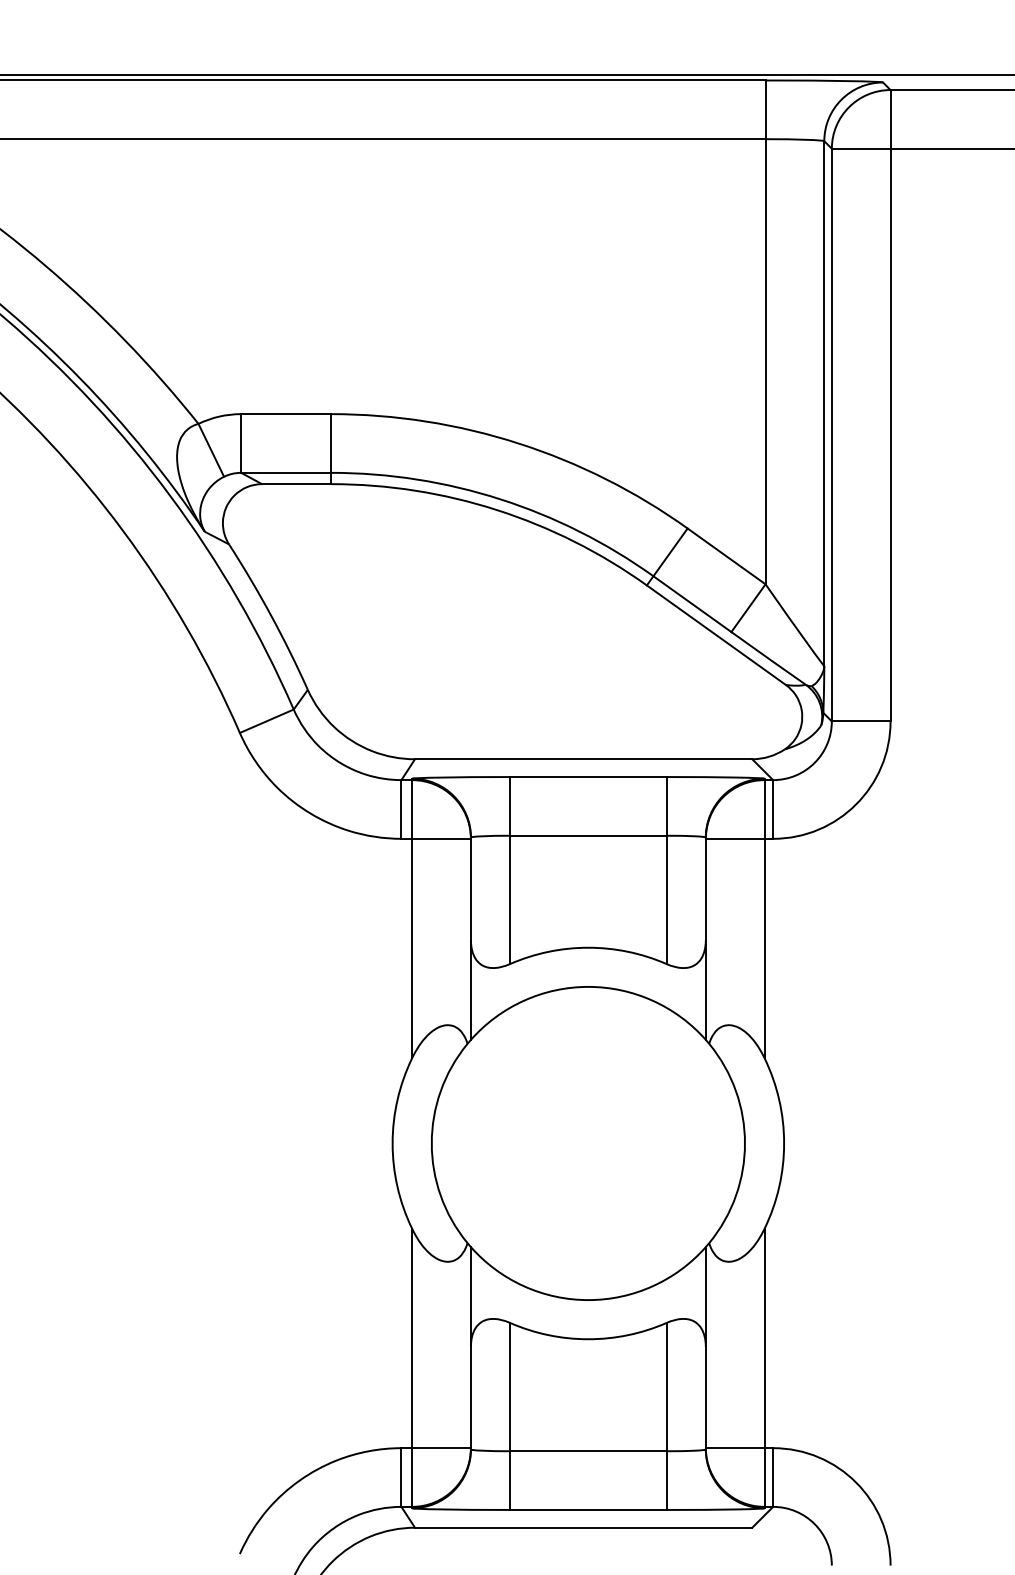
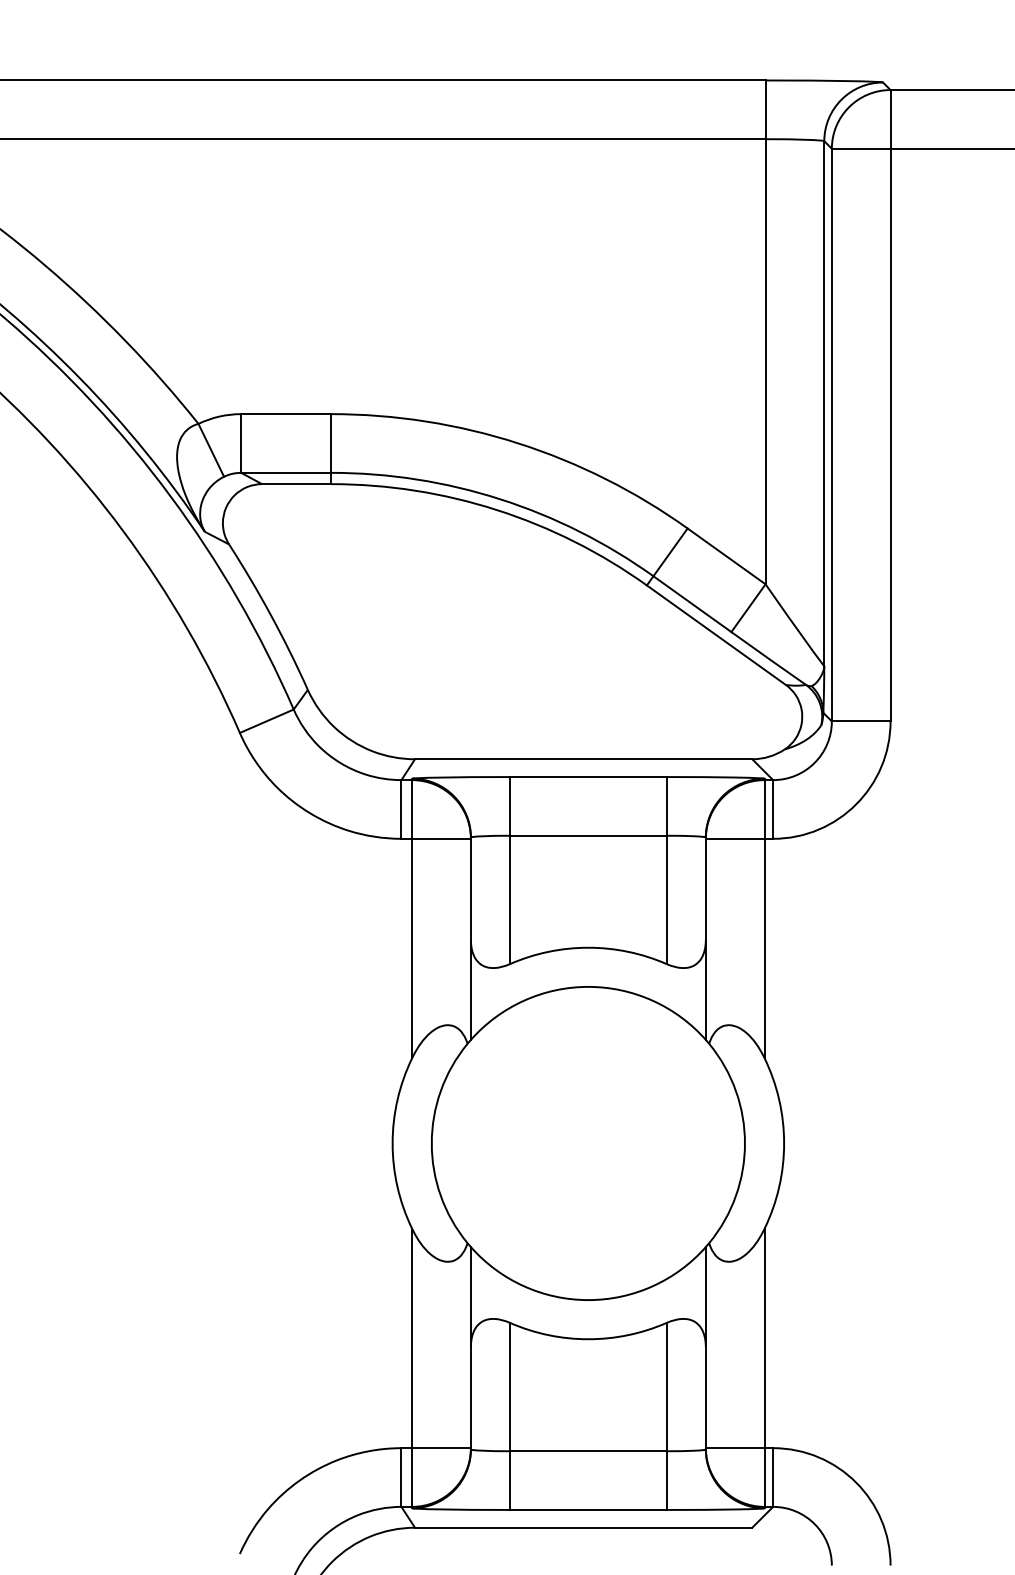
line at (506, 74): present -> none
